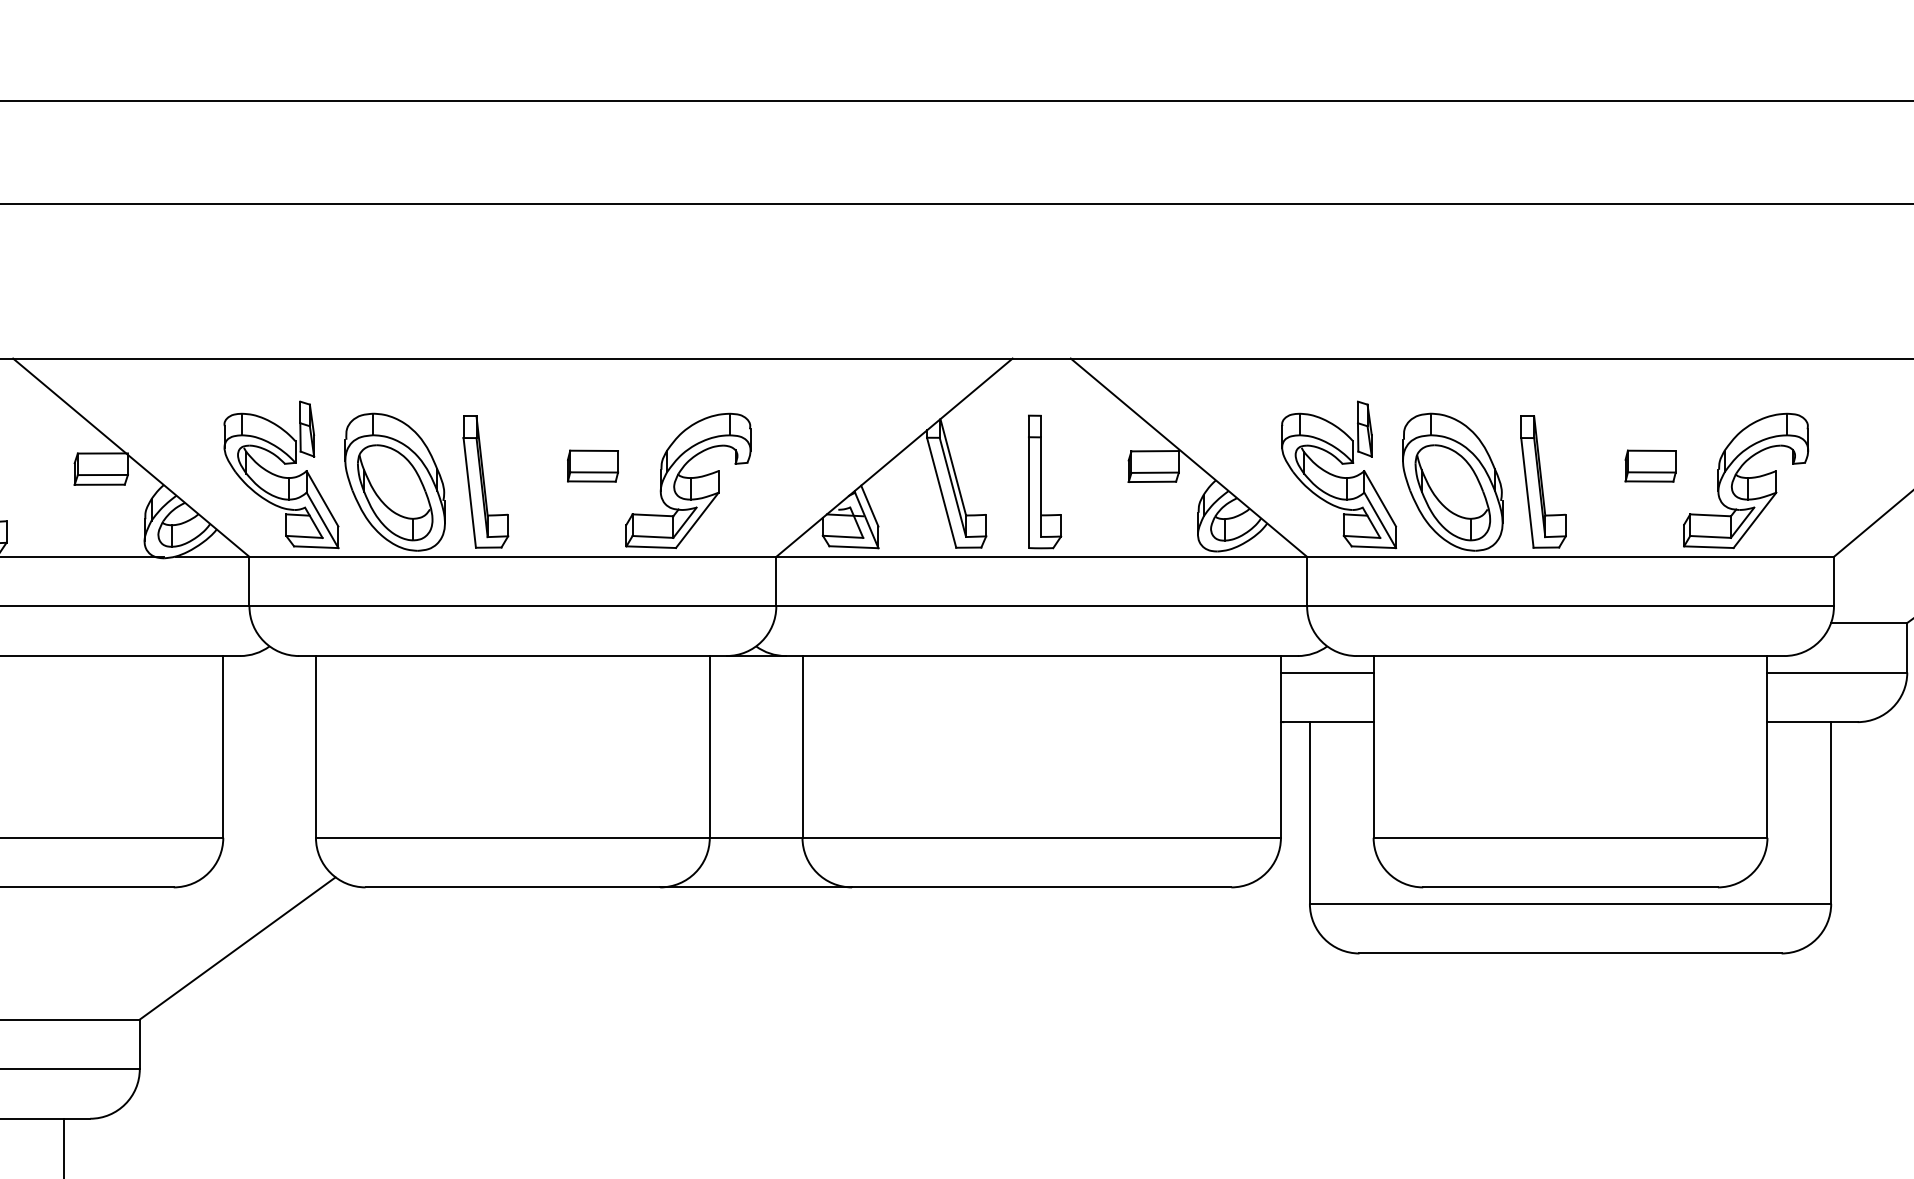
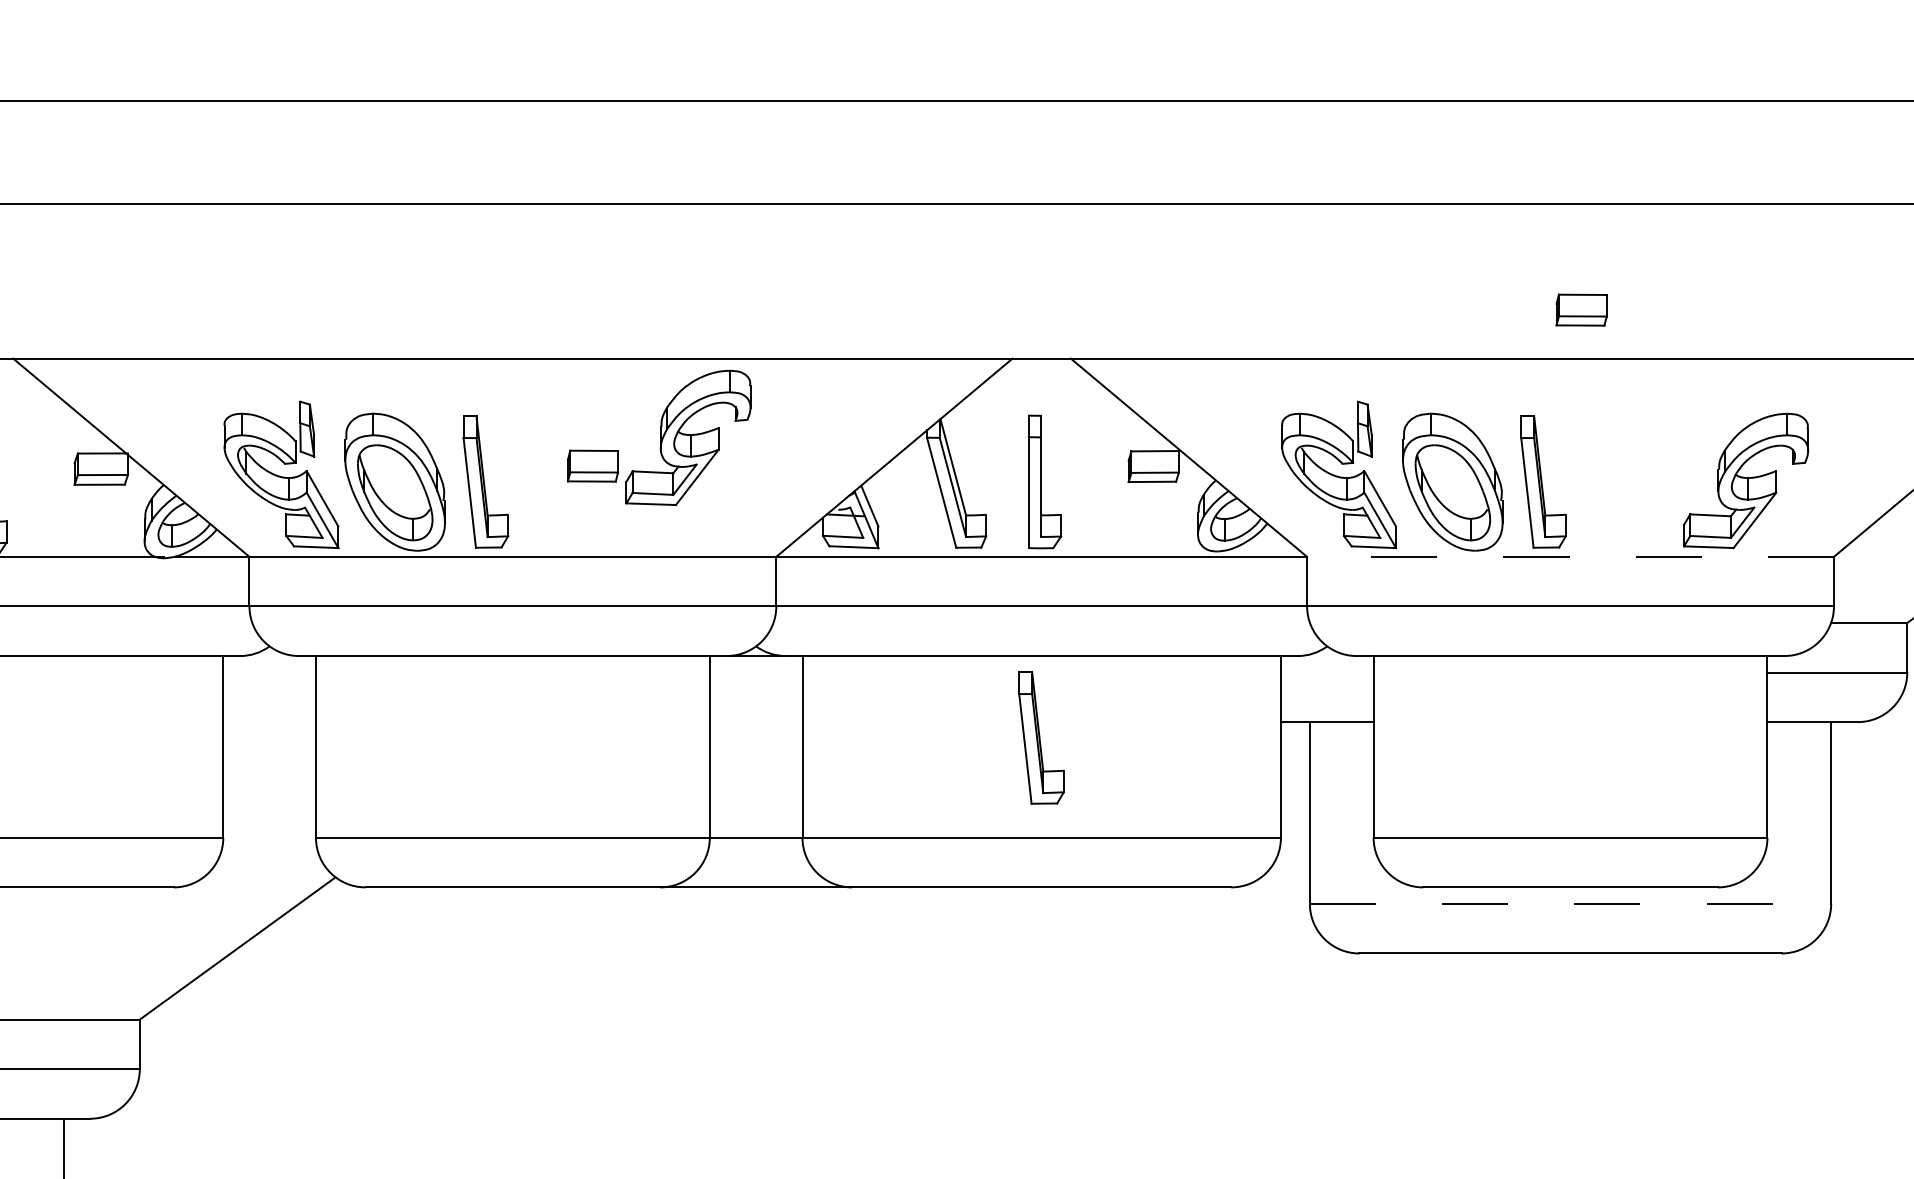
part at (1650, 465) position: (1650, 465) -> (1581, 309)
part at (688, 480) position: (688, 480) -> (688, 437)
line at (1570, 556): solid -> dashed
line at (1326, 672): present -> none
part at (1041, 737): none -> present
line at (1570, 903): solid -> dashed
